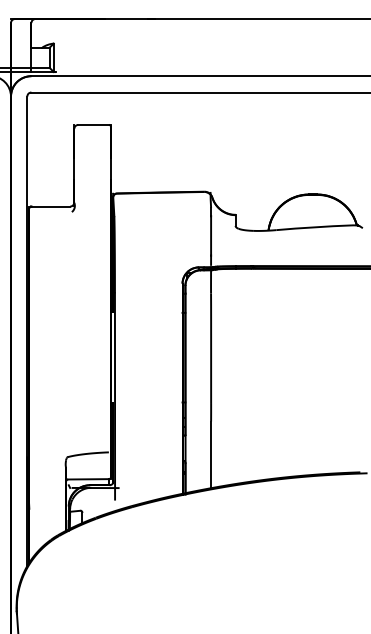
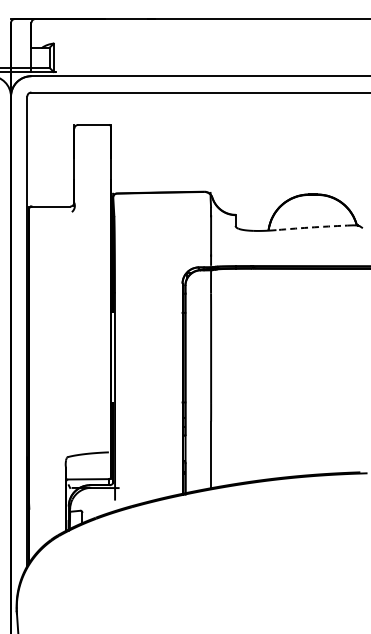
arc at (314, 227): solid -> dashed
